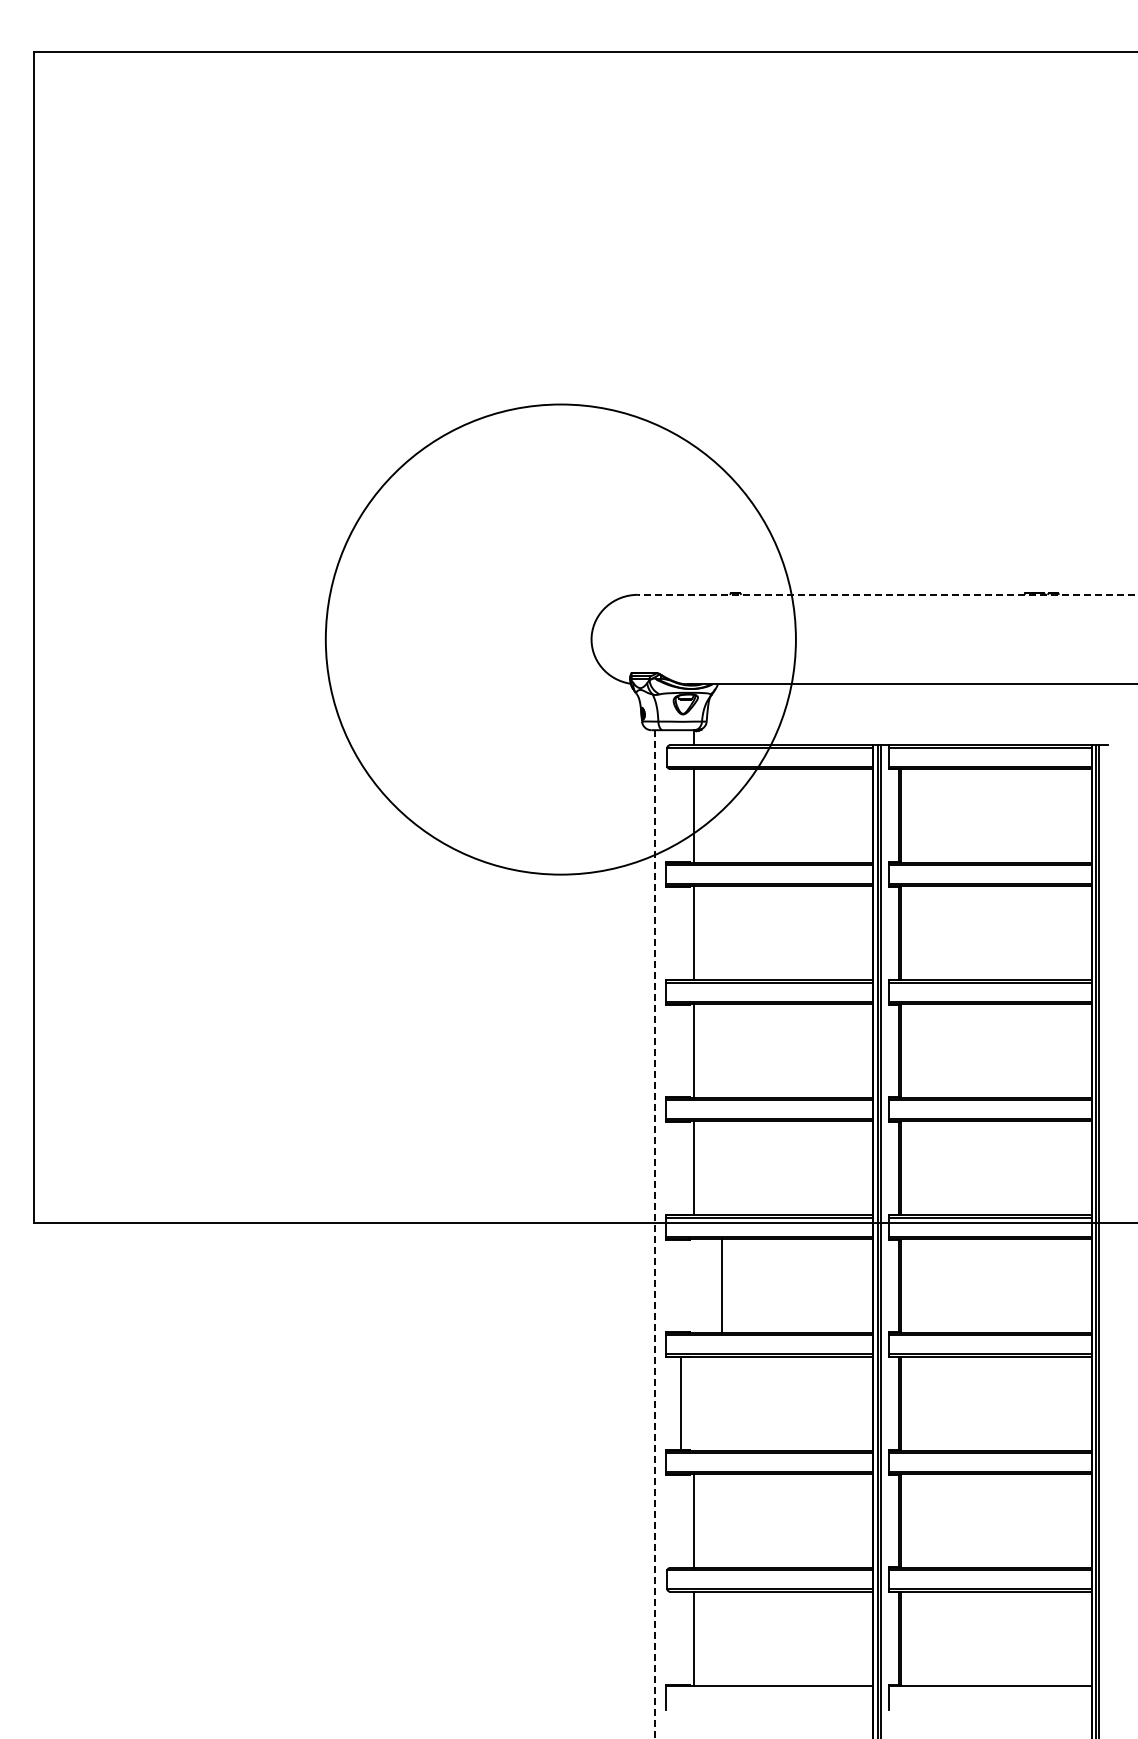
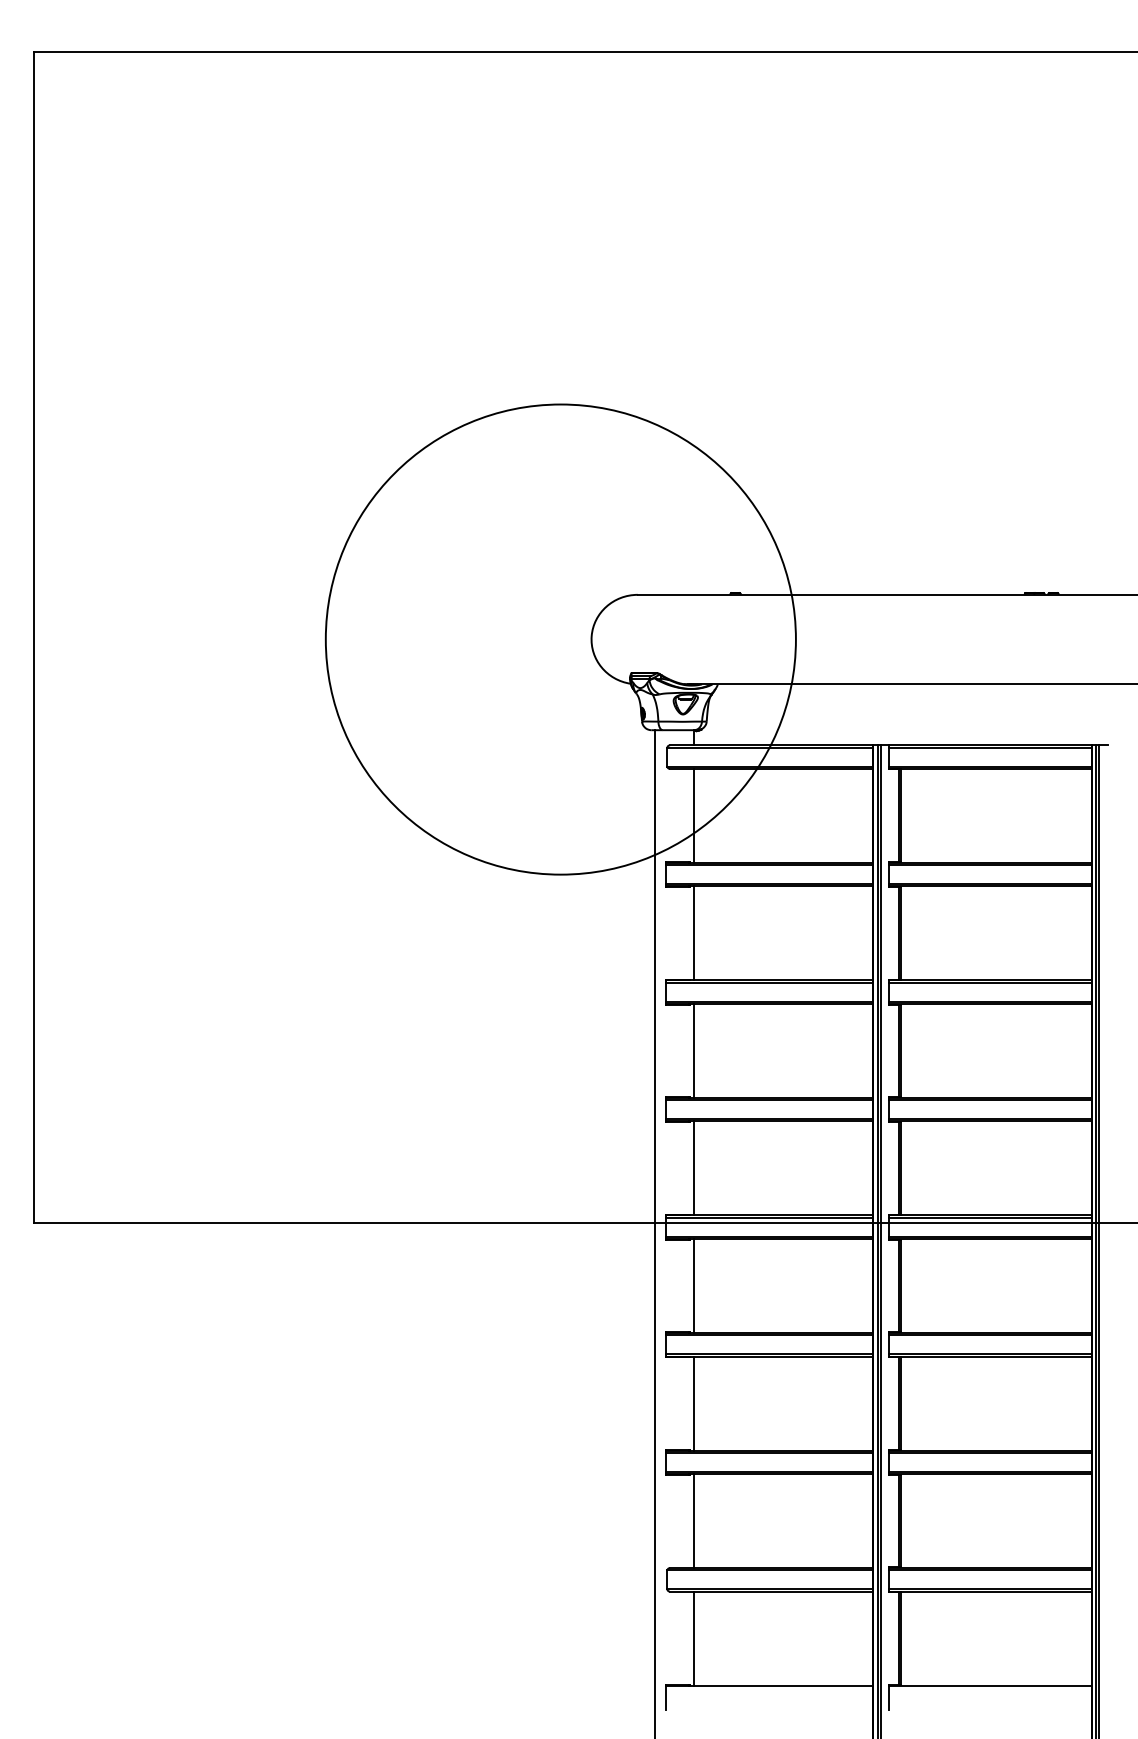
line at (887, 594): dashed -> solid
line at (654, 1235): dashed -> solid
line at (722, 1285) position: (722, 1285) -> (694, 1285)
line at (681, 1403) position: (681, 1403) -> (694, 1403)
